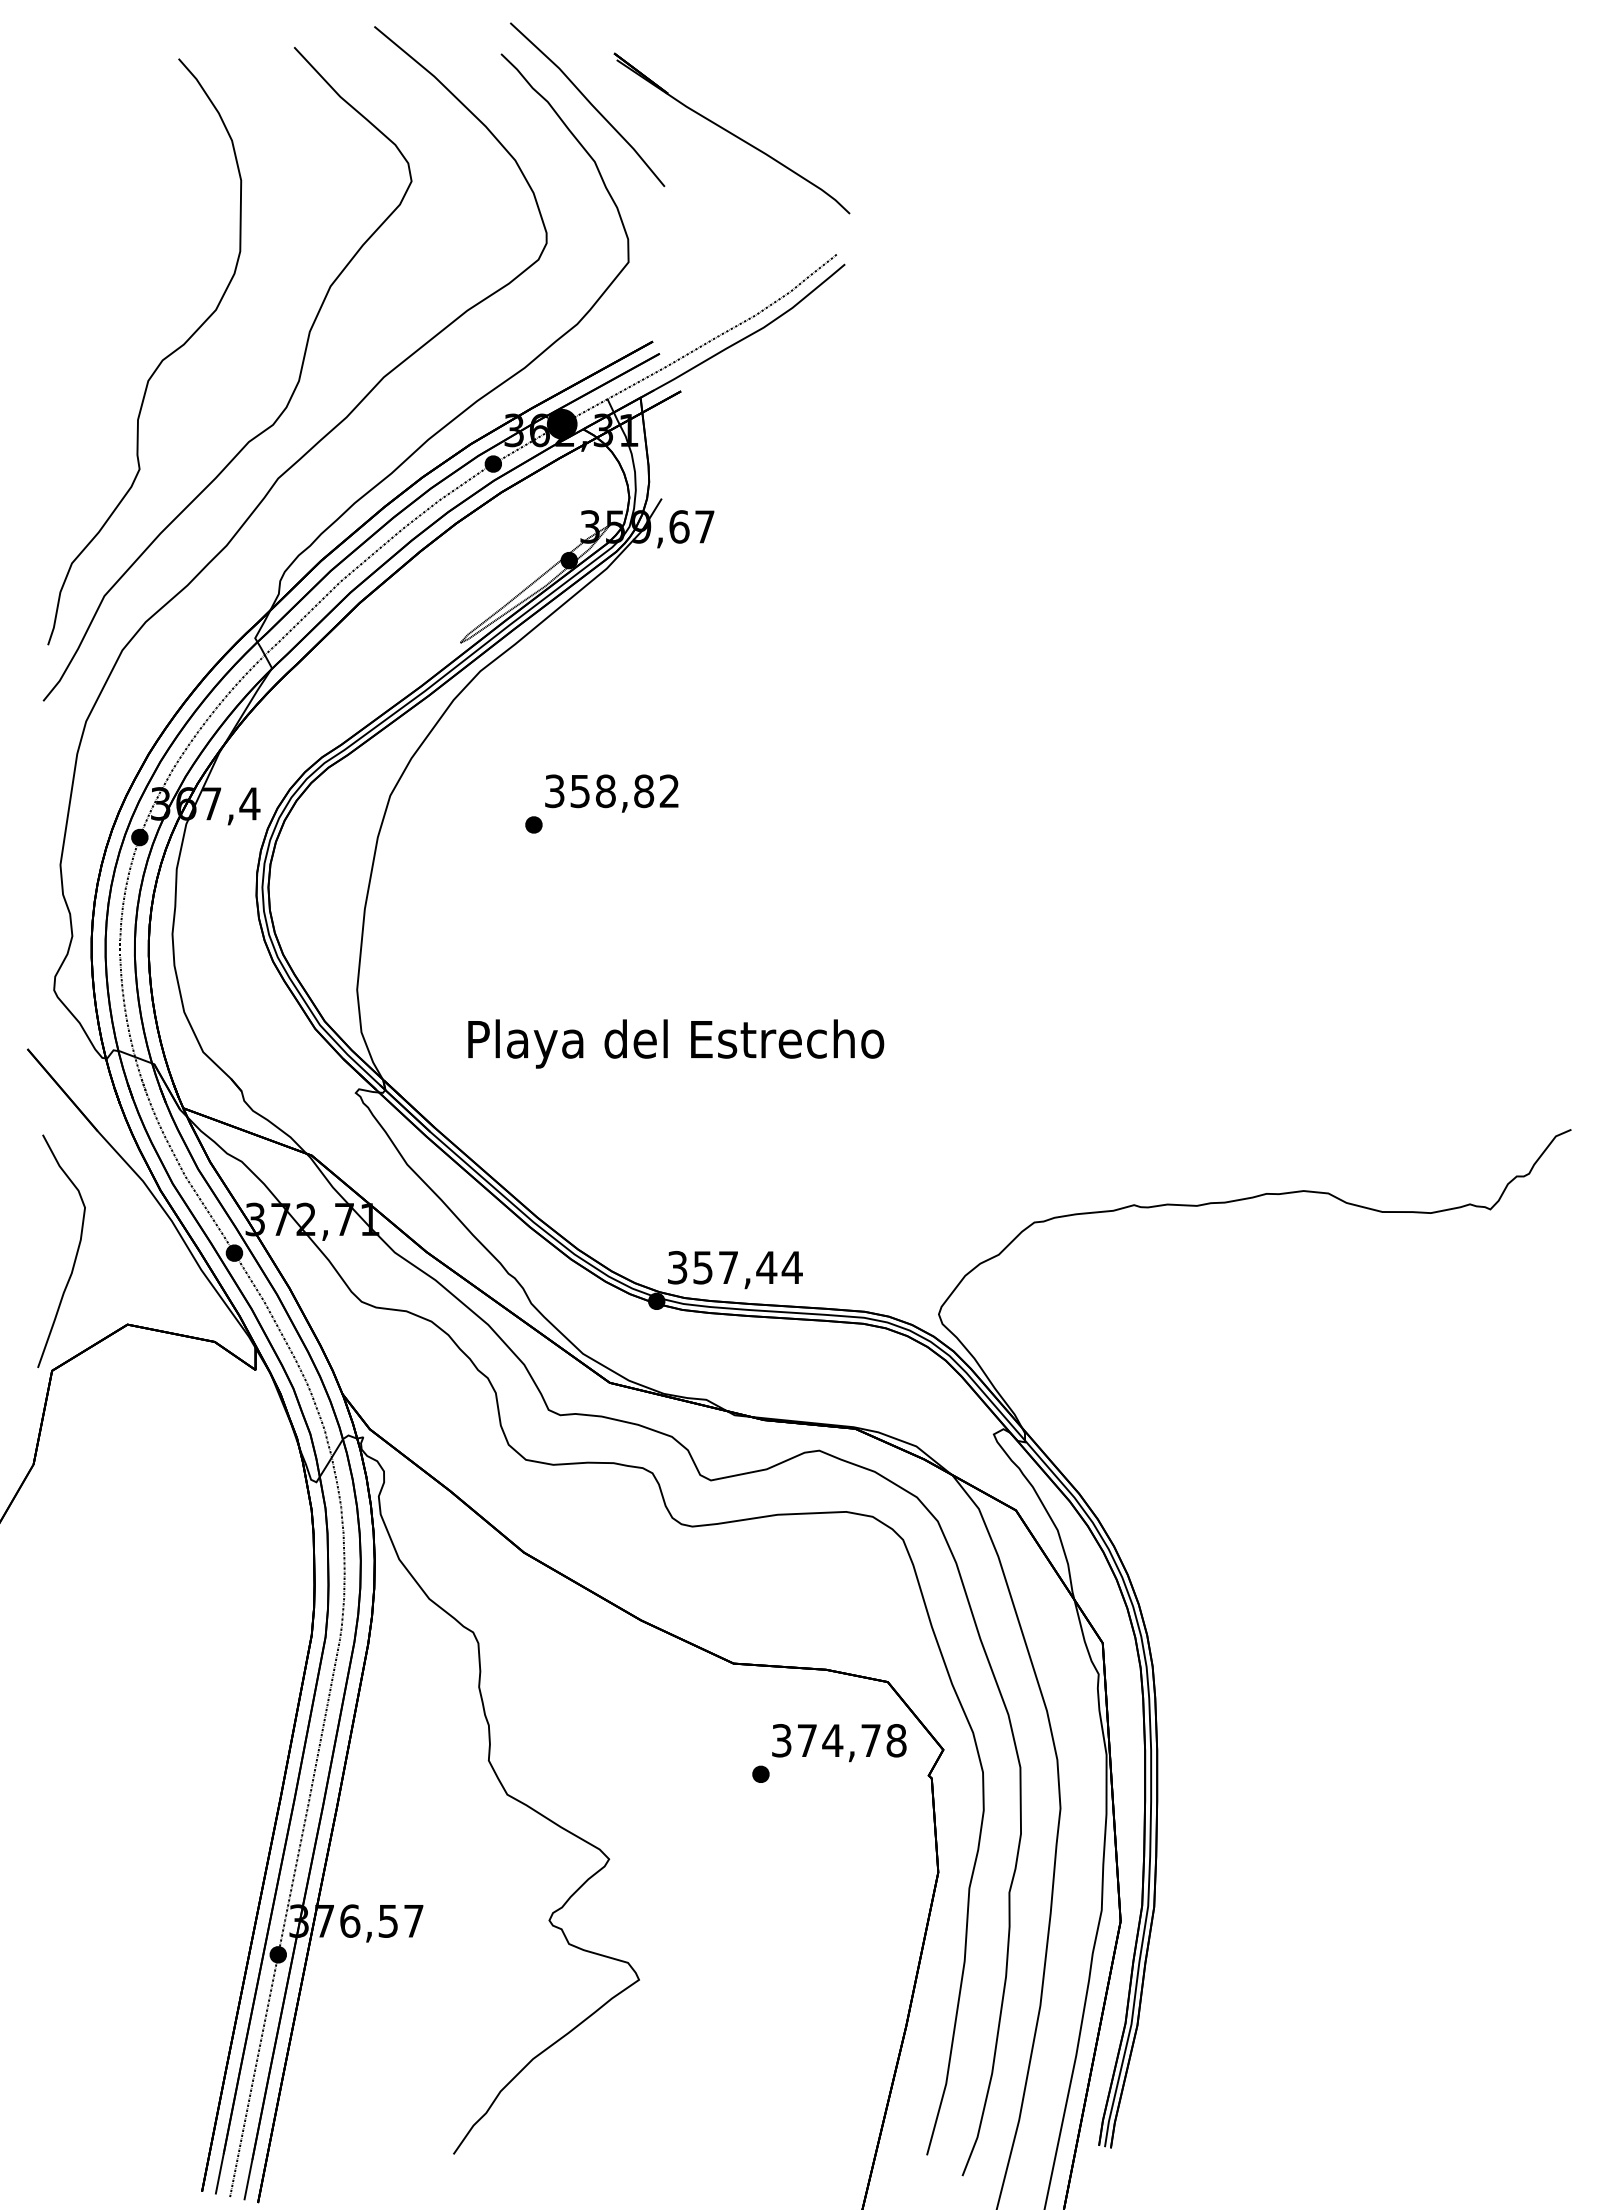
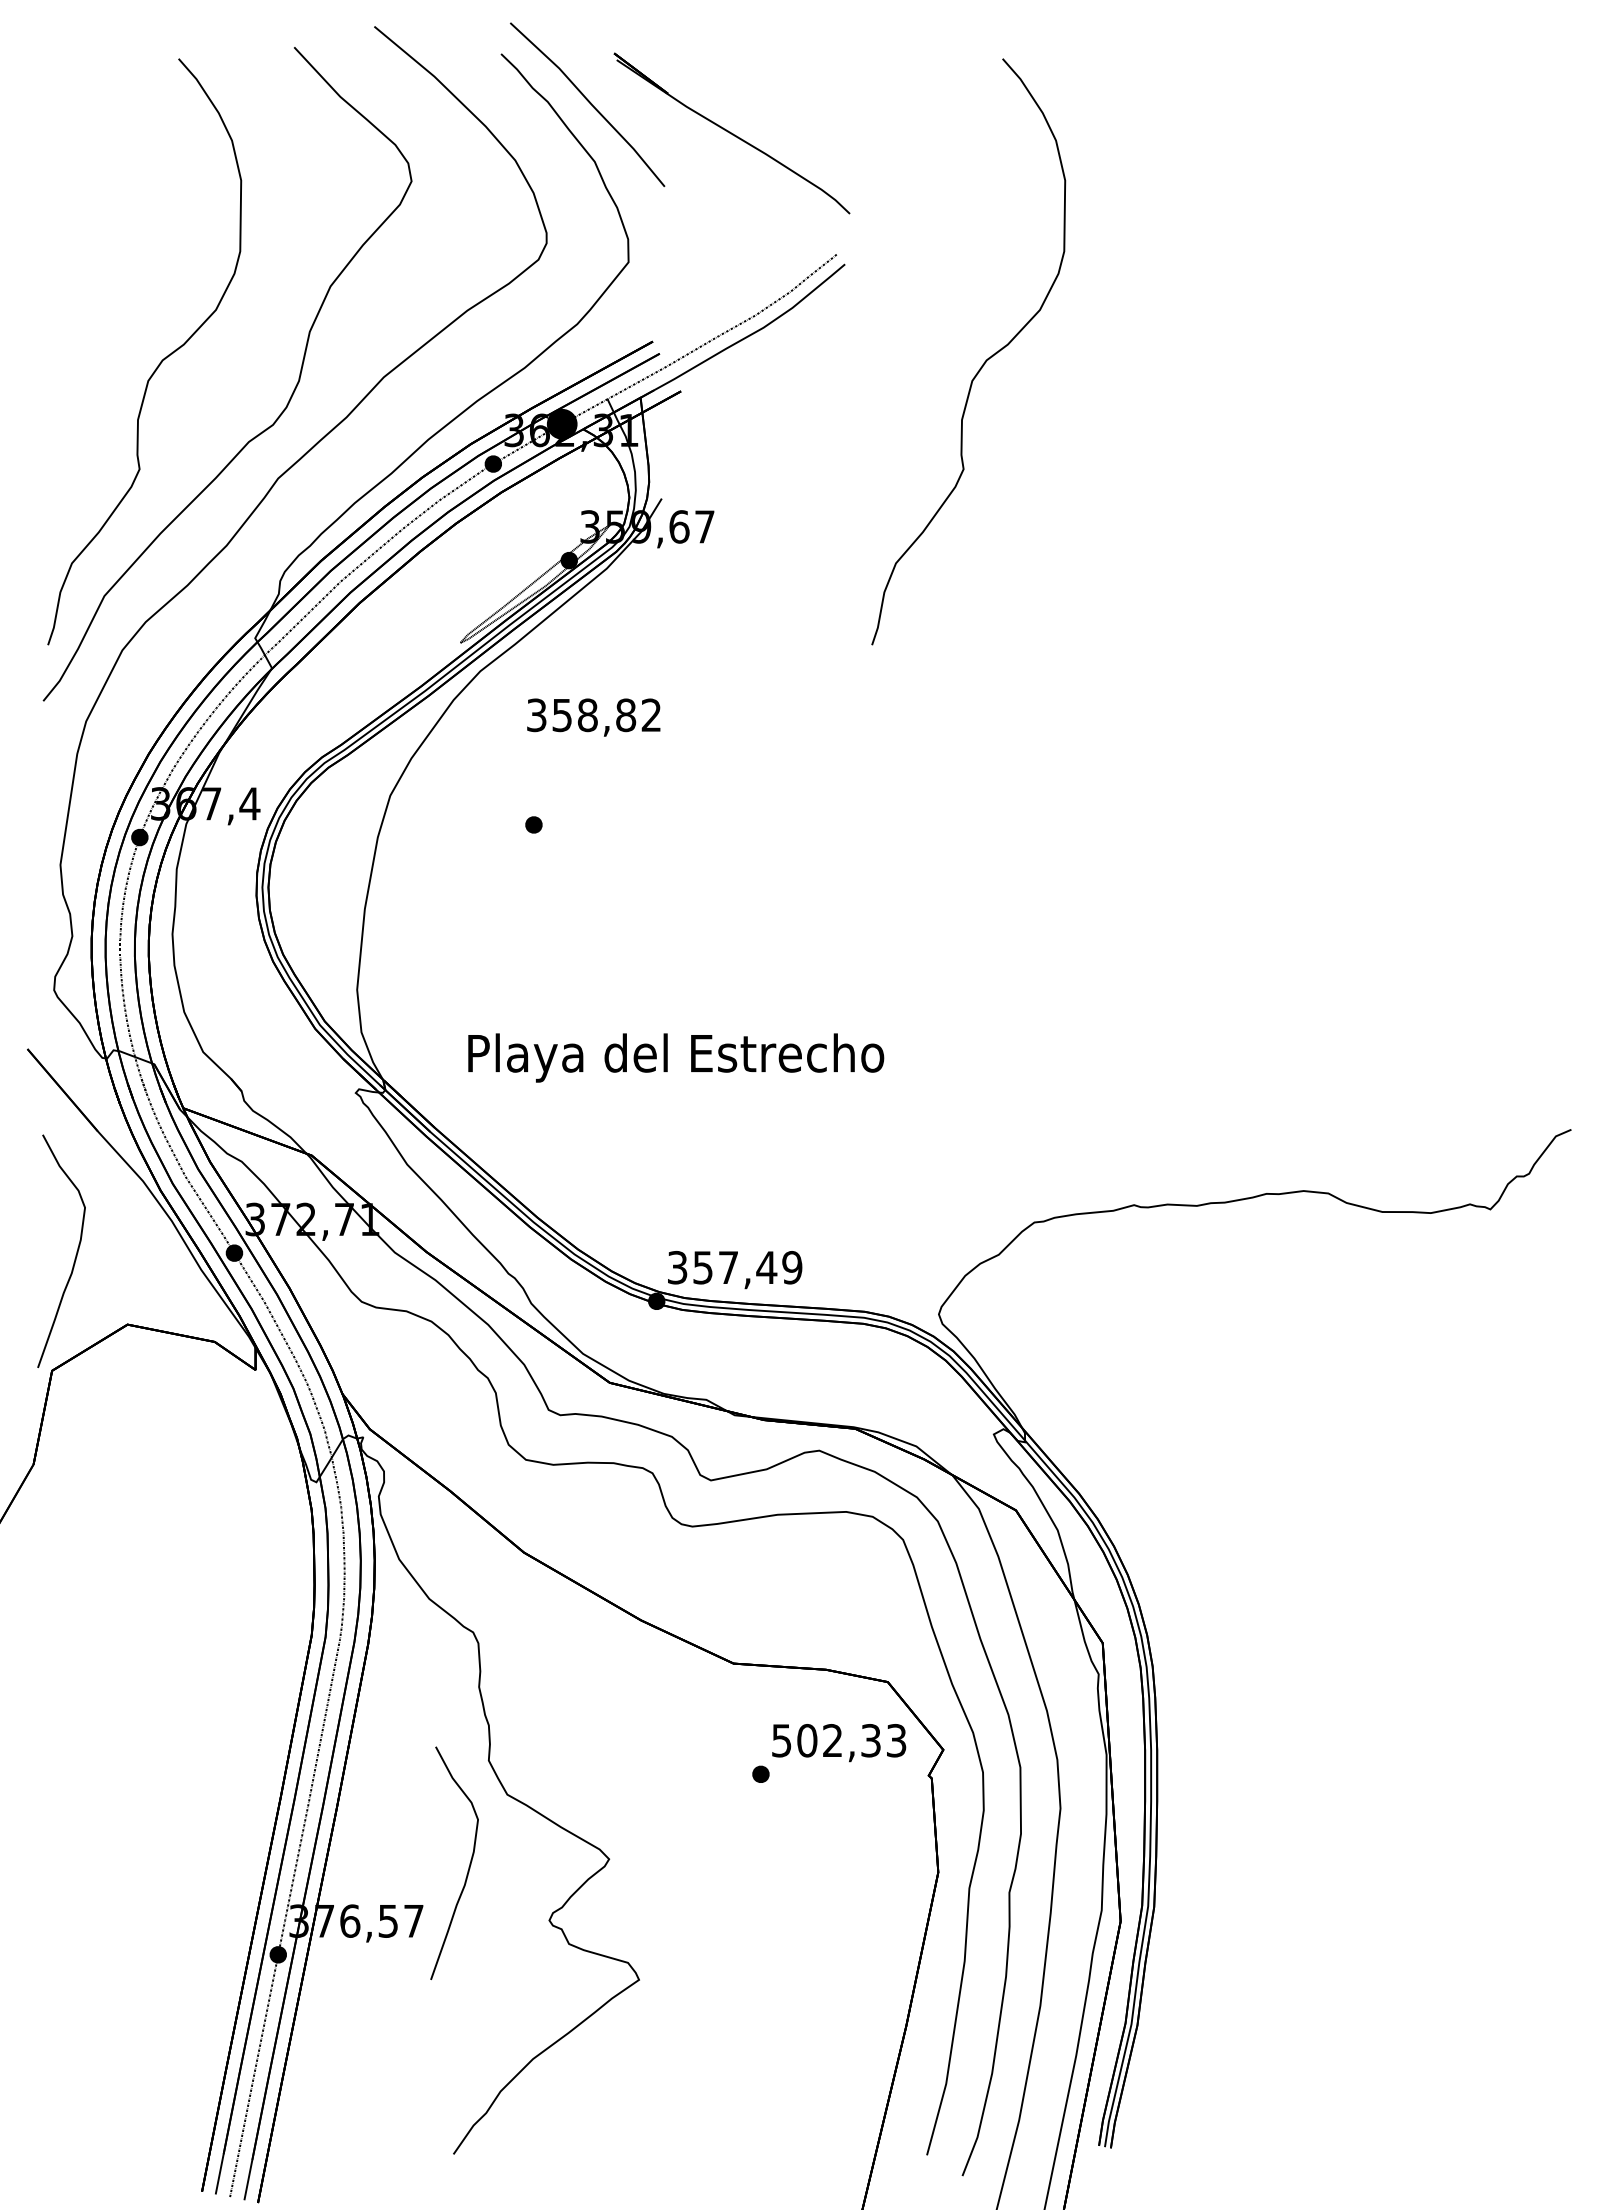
curve at (984, 361): none -> present
text at (611, 793) position: (611, 793) -> (593, 717)
text at (676, 1043) position: (676, 1043) -> (676, 1057)
text at (791, 1267): 357,44 -> 357,49
text at (839, 1740): 374,78 -> 502,33
curve at (468, 1867): none -> present
